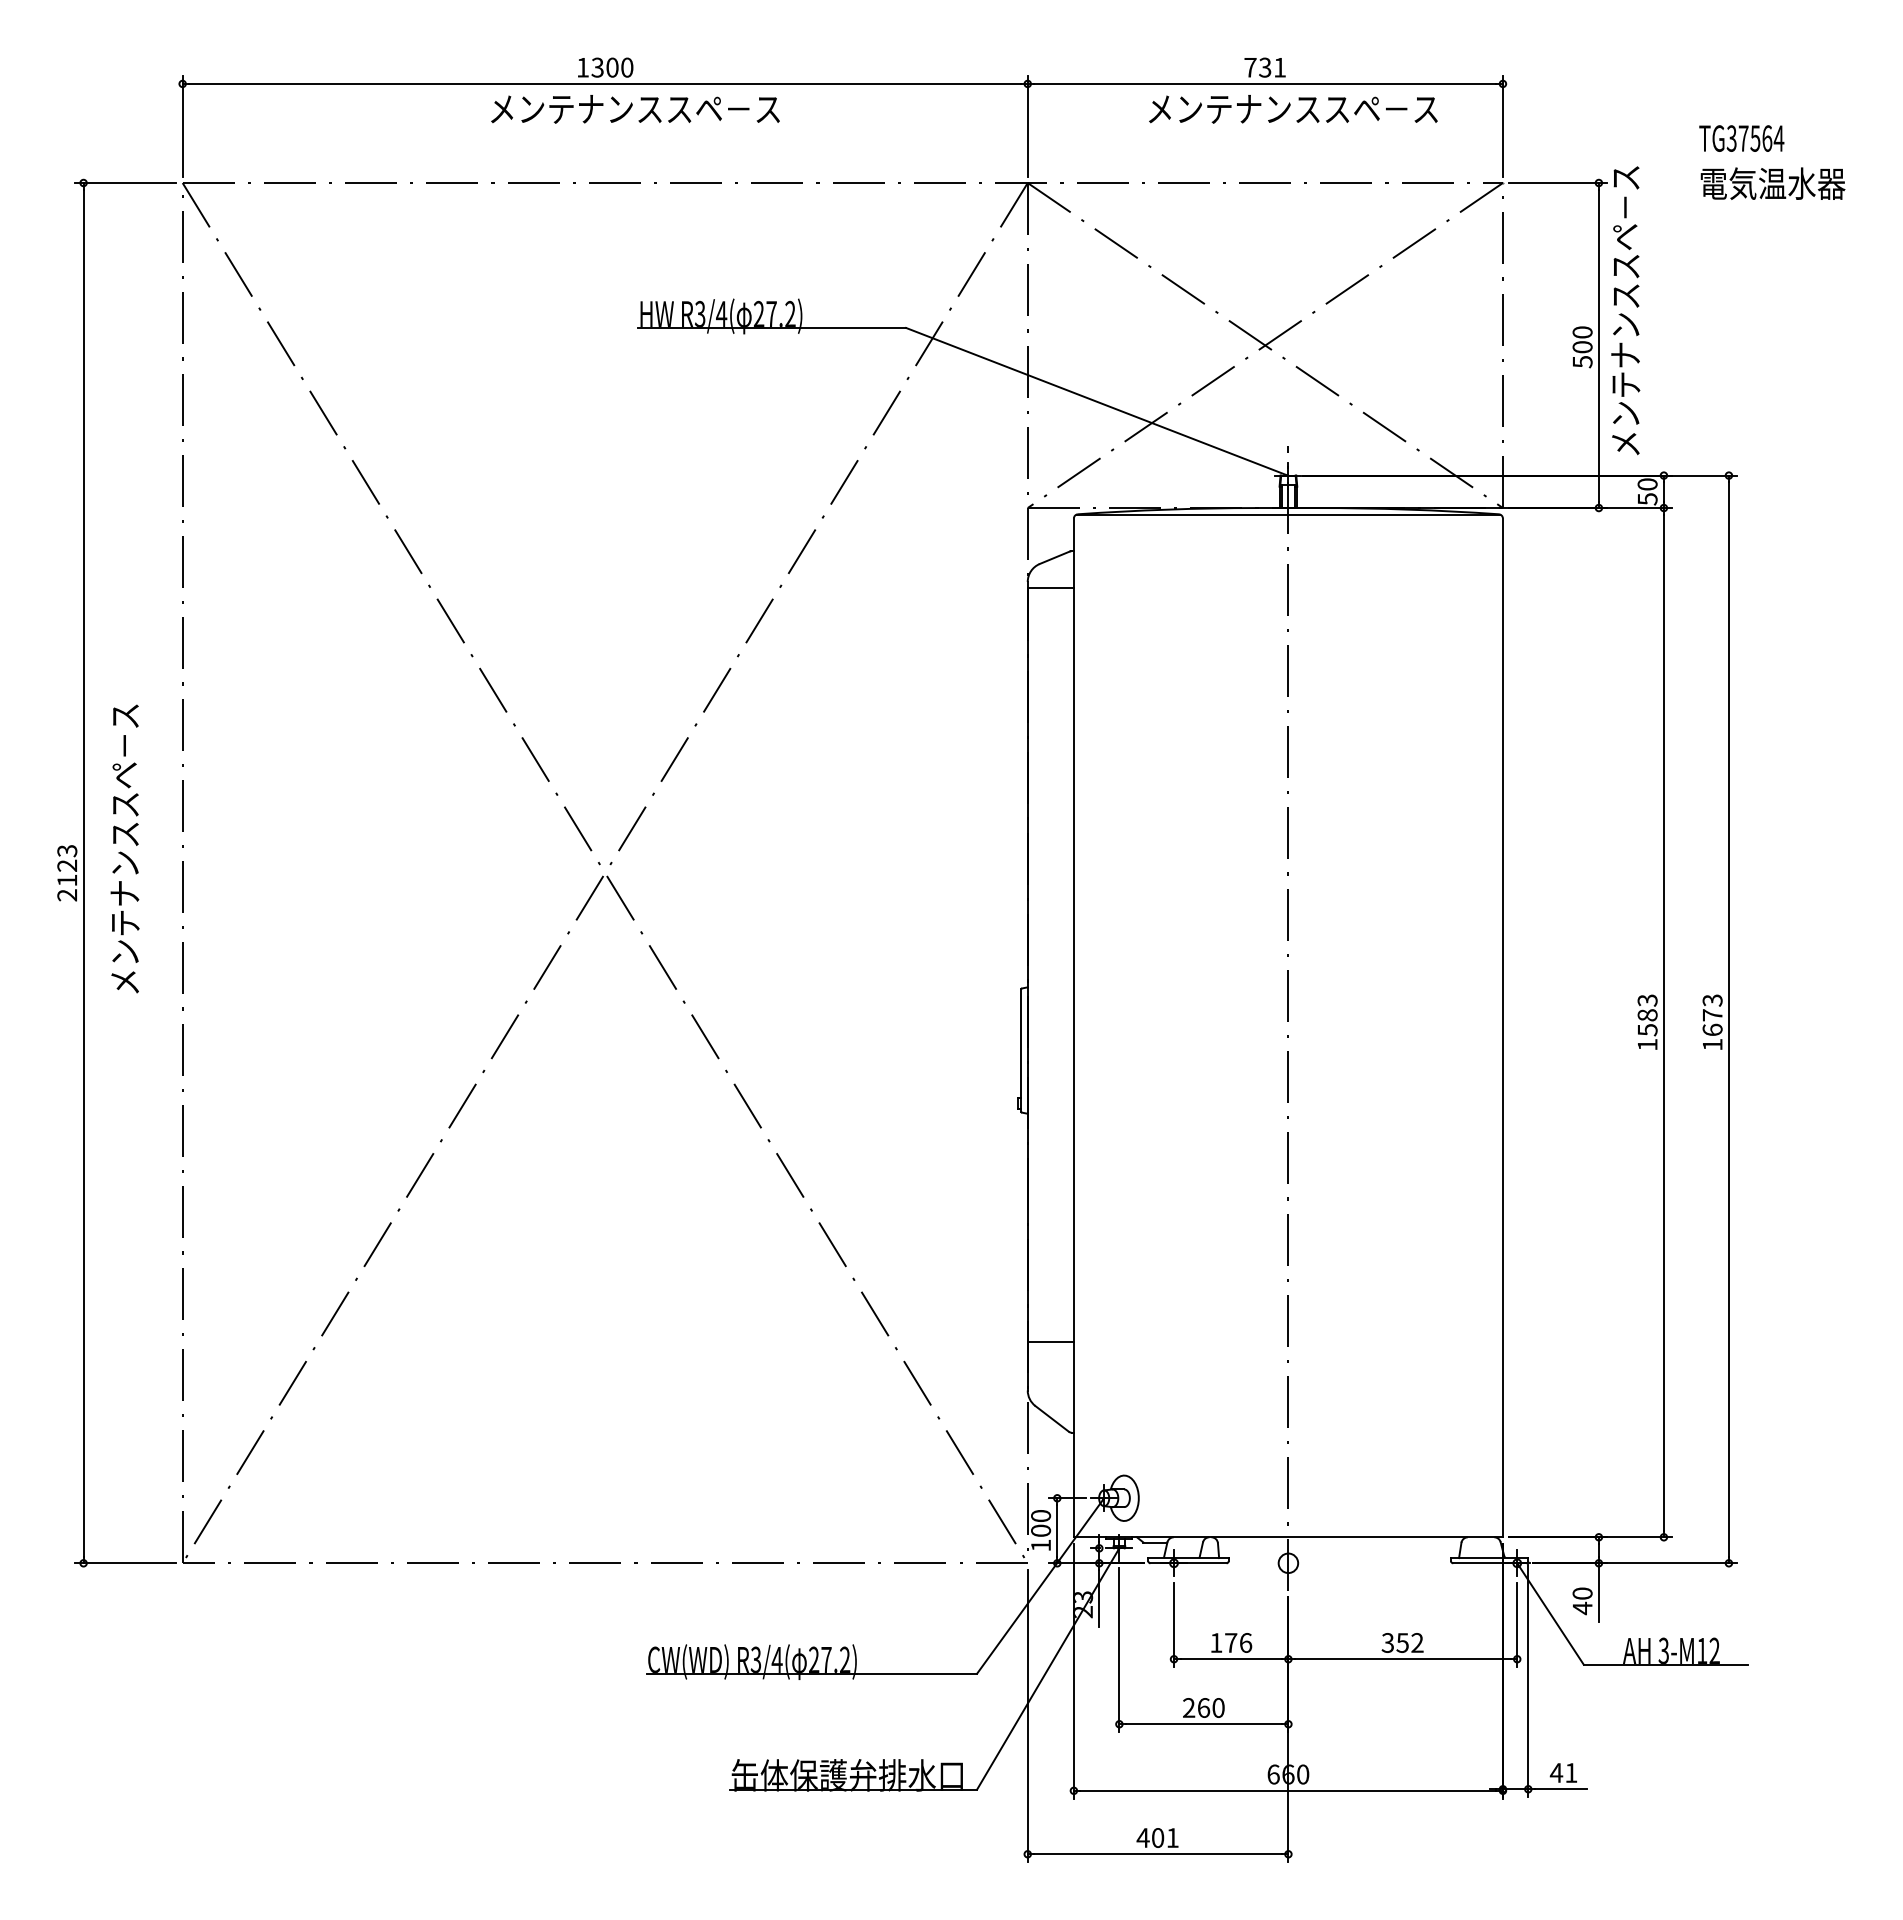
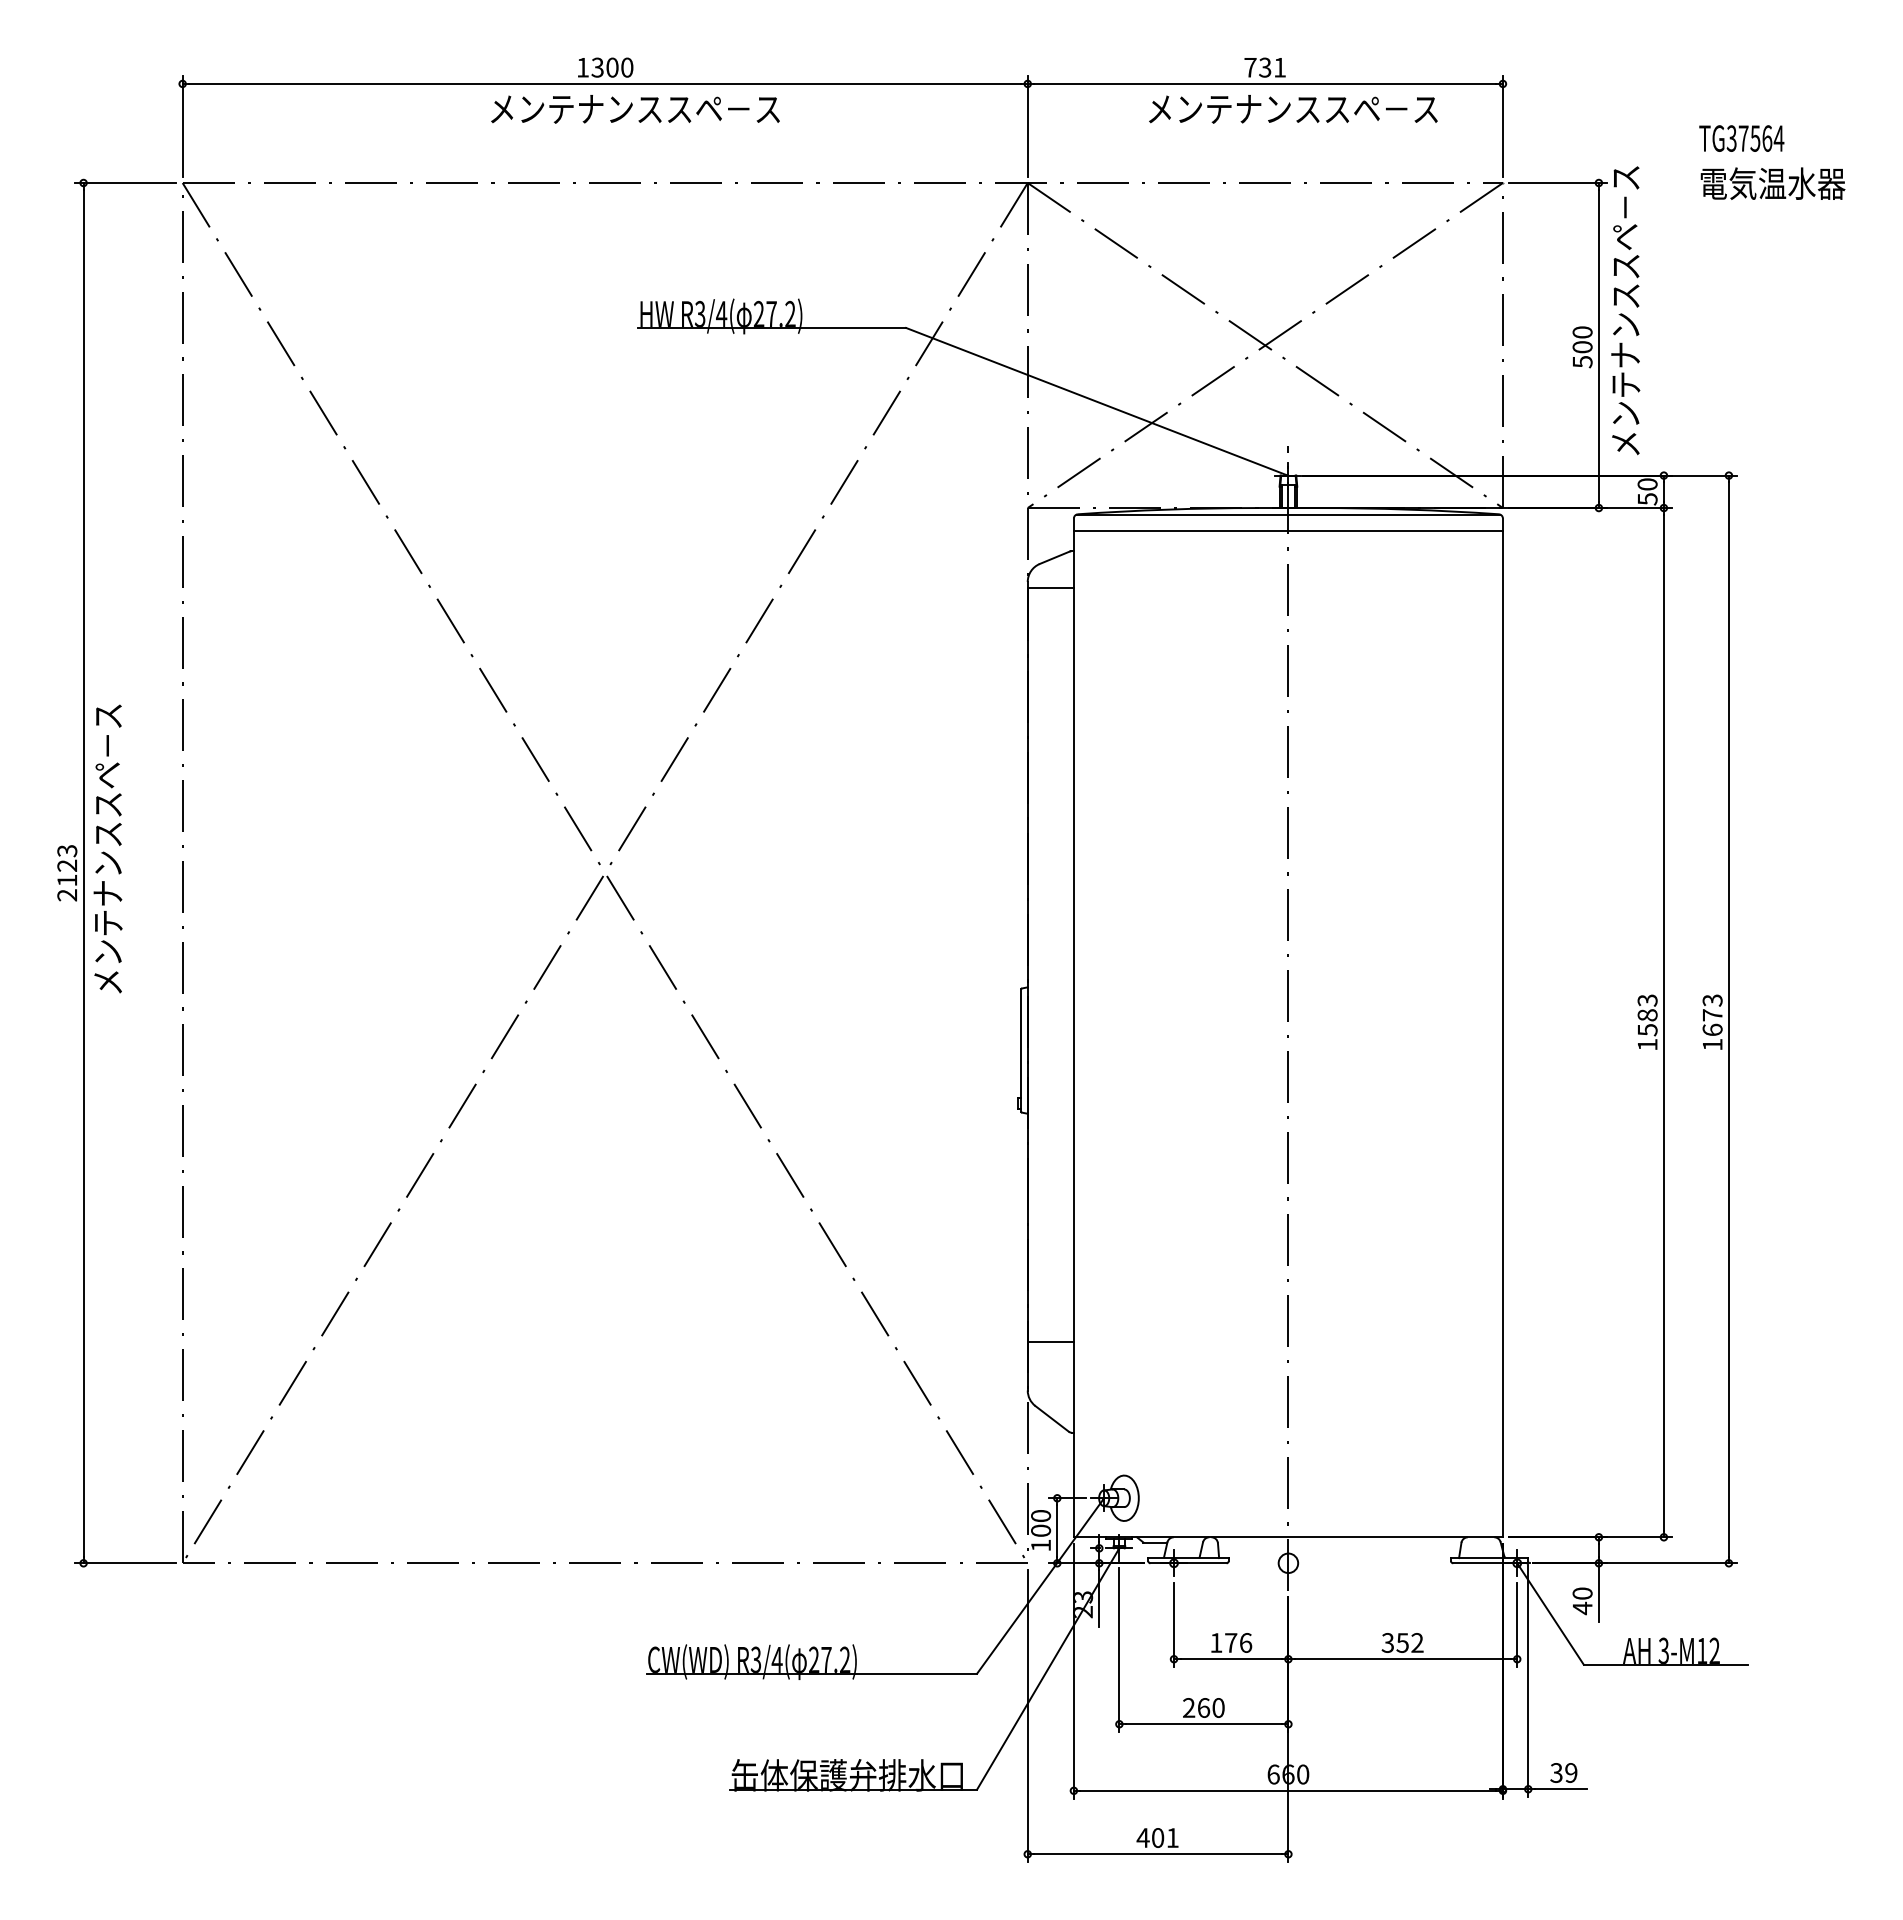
line at (1287, 531): none -> present
text at (124, 848) position: (124, 848) -> (107, 848)
text at (1563, 1773): 41 -> 39
